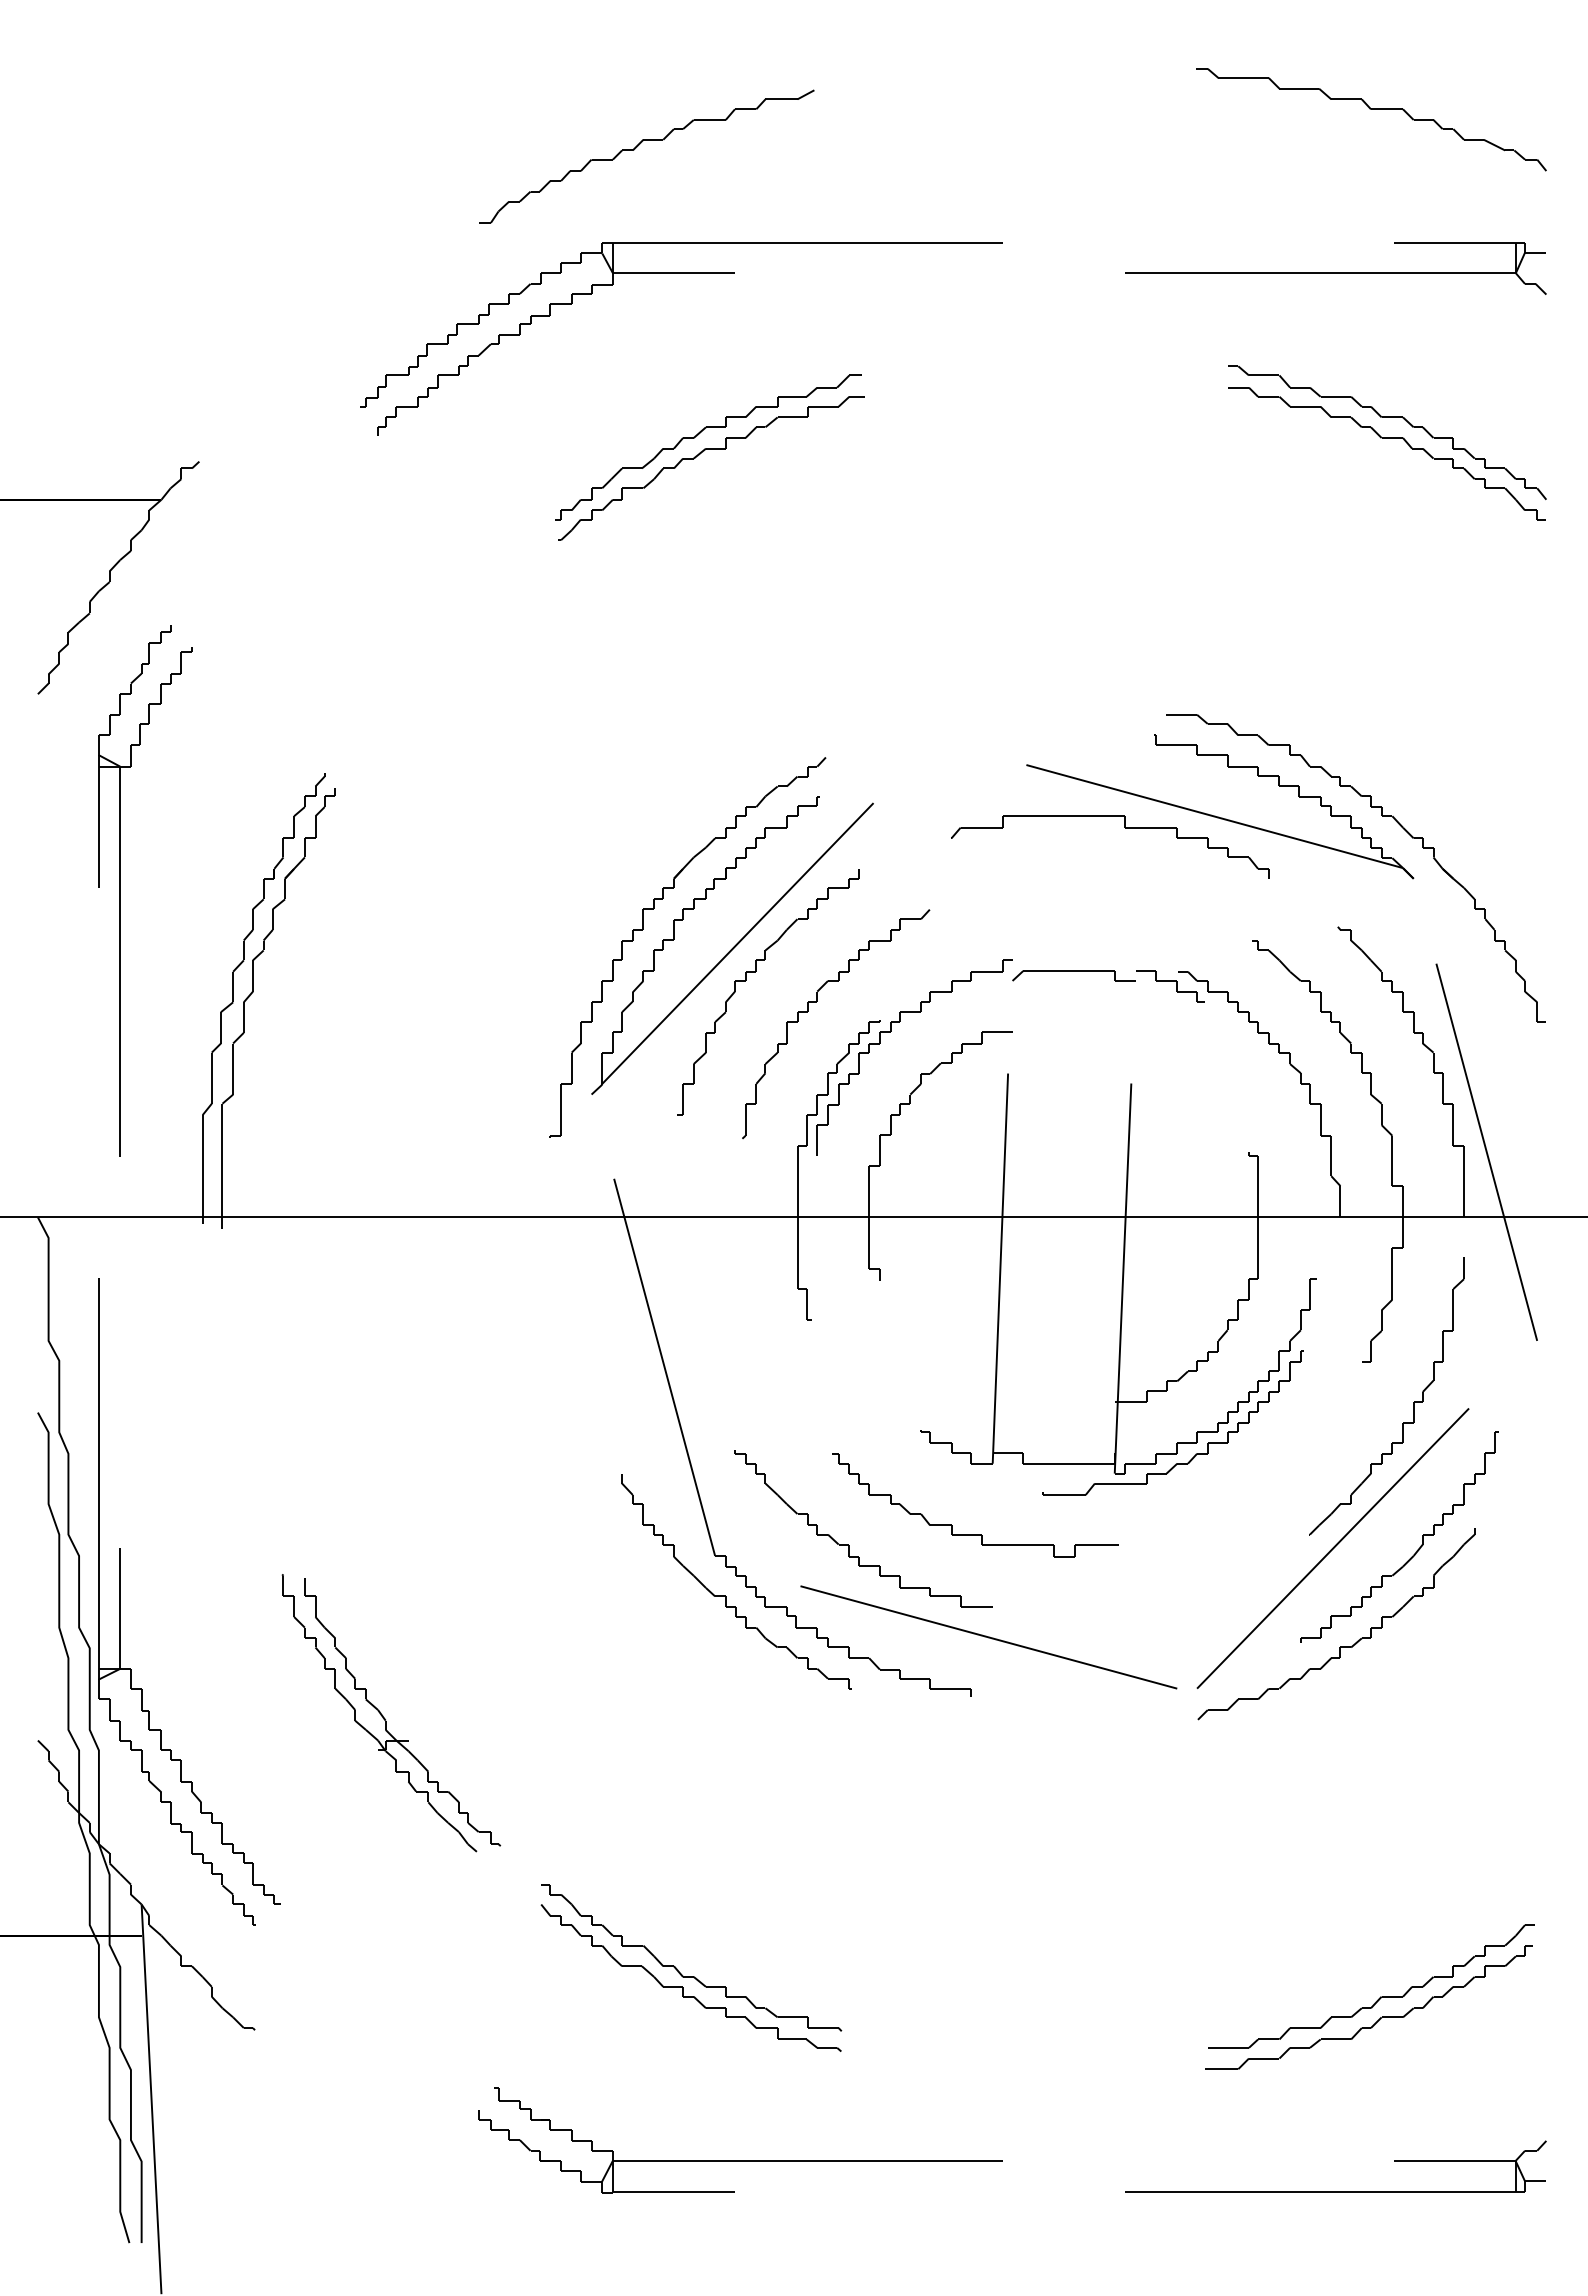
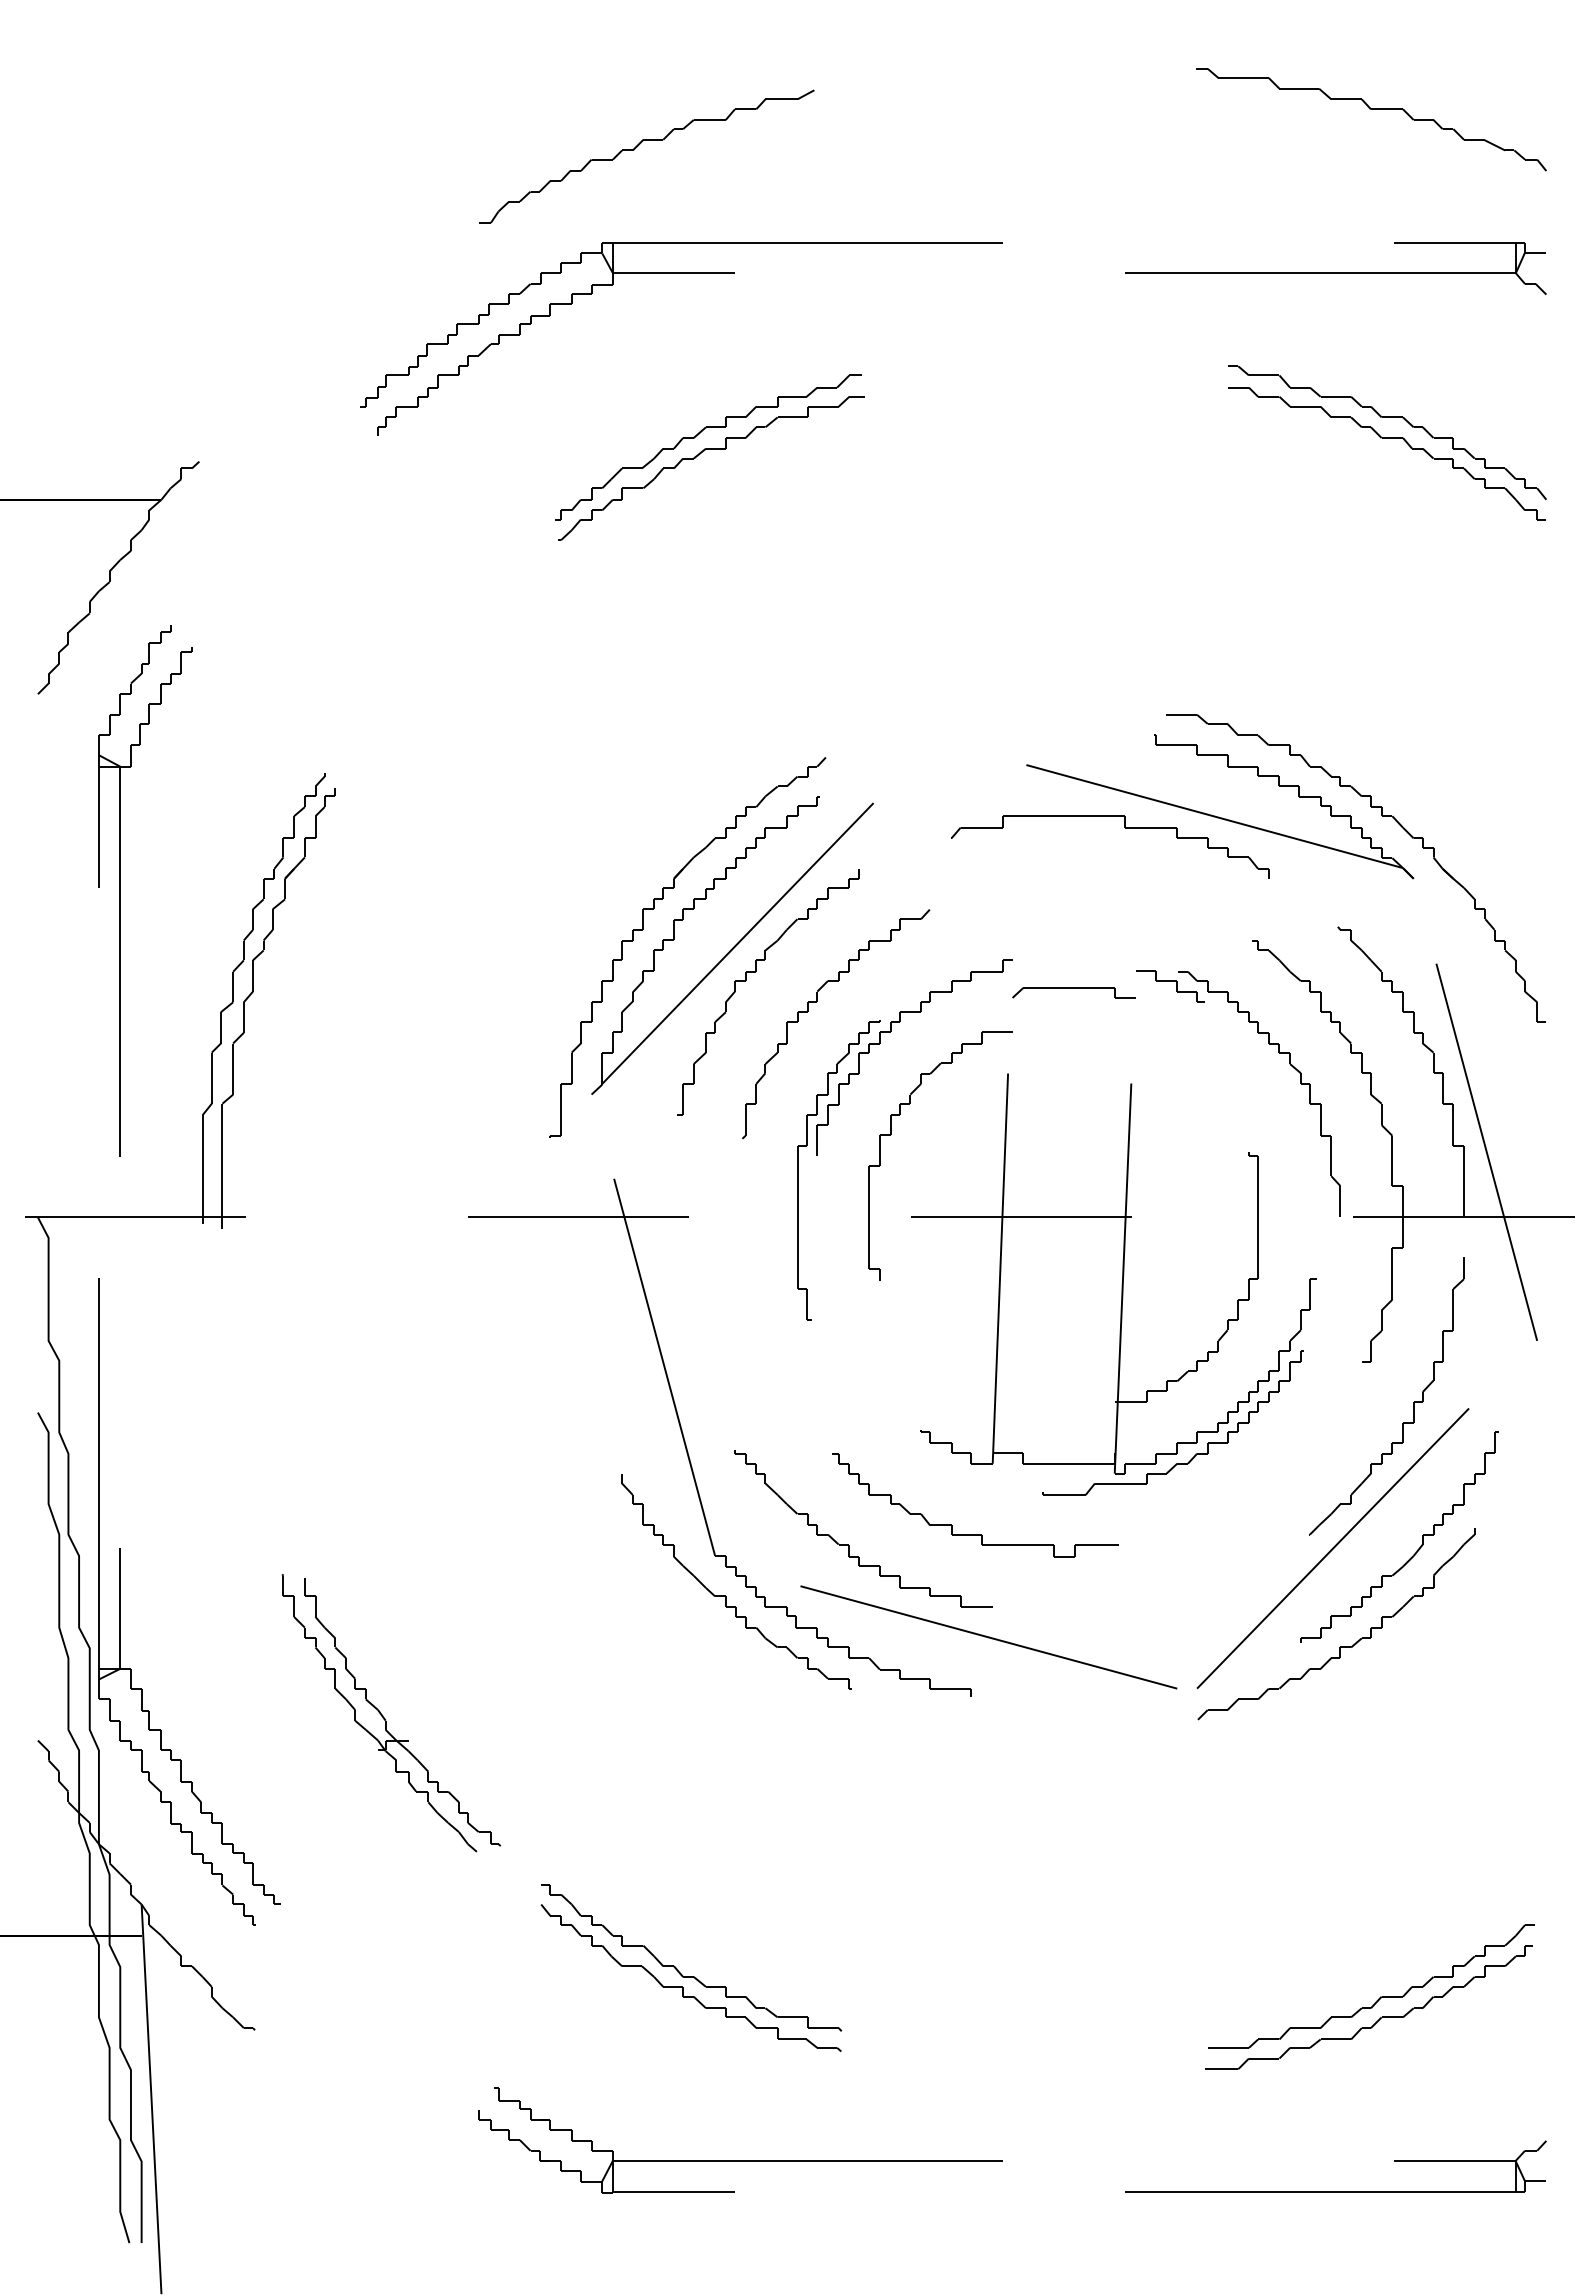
curve at (1073, 971) position: (1073, 971) -> (1073, 988)
line at (794, 1216): solid -> dashed
